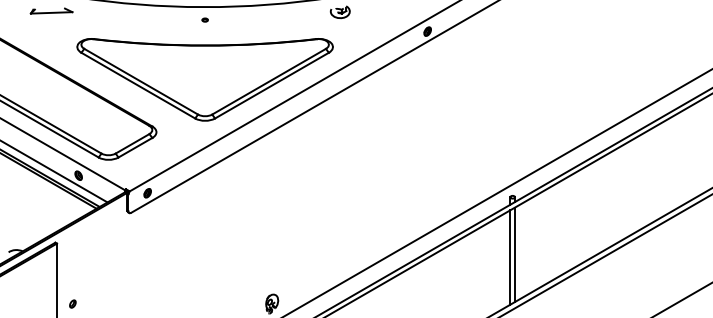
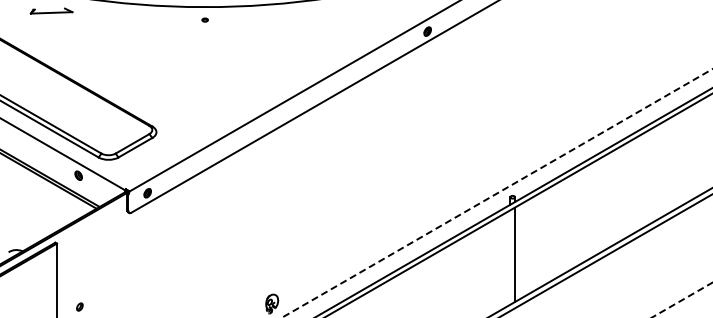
part at (339, 12): present -> none
part at (204, 79): present -> none
line at (54, 171): present -> none
line at (496, 193): solid -> dashed
line at (510, 257): present -> none
line at (682, 300): solid -> dashed
part at (72, 303) position: (72, 303) -> (79, 306)
